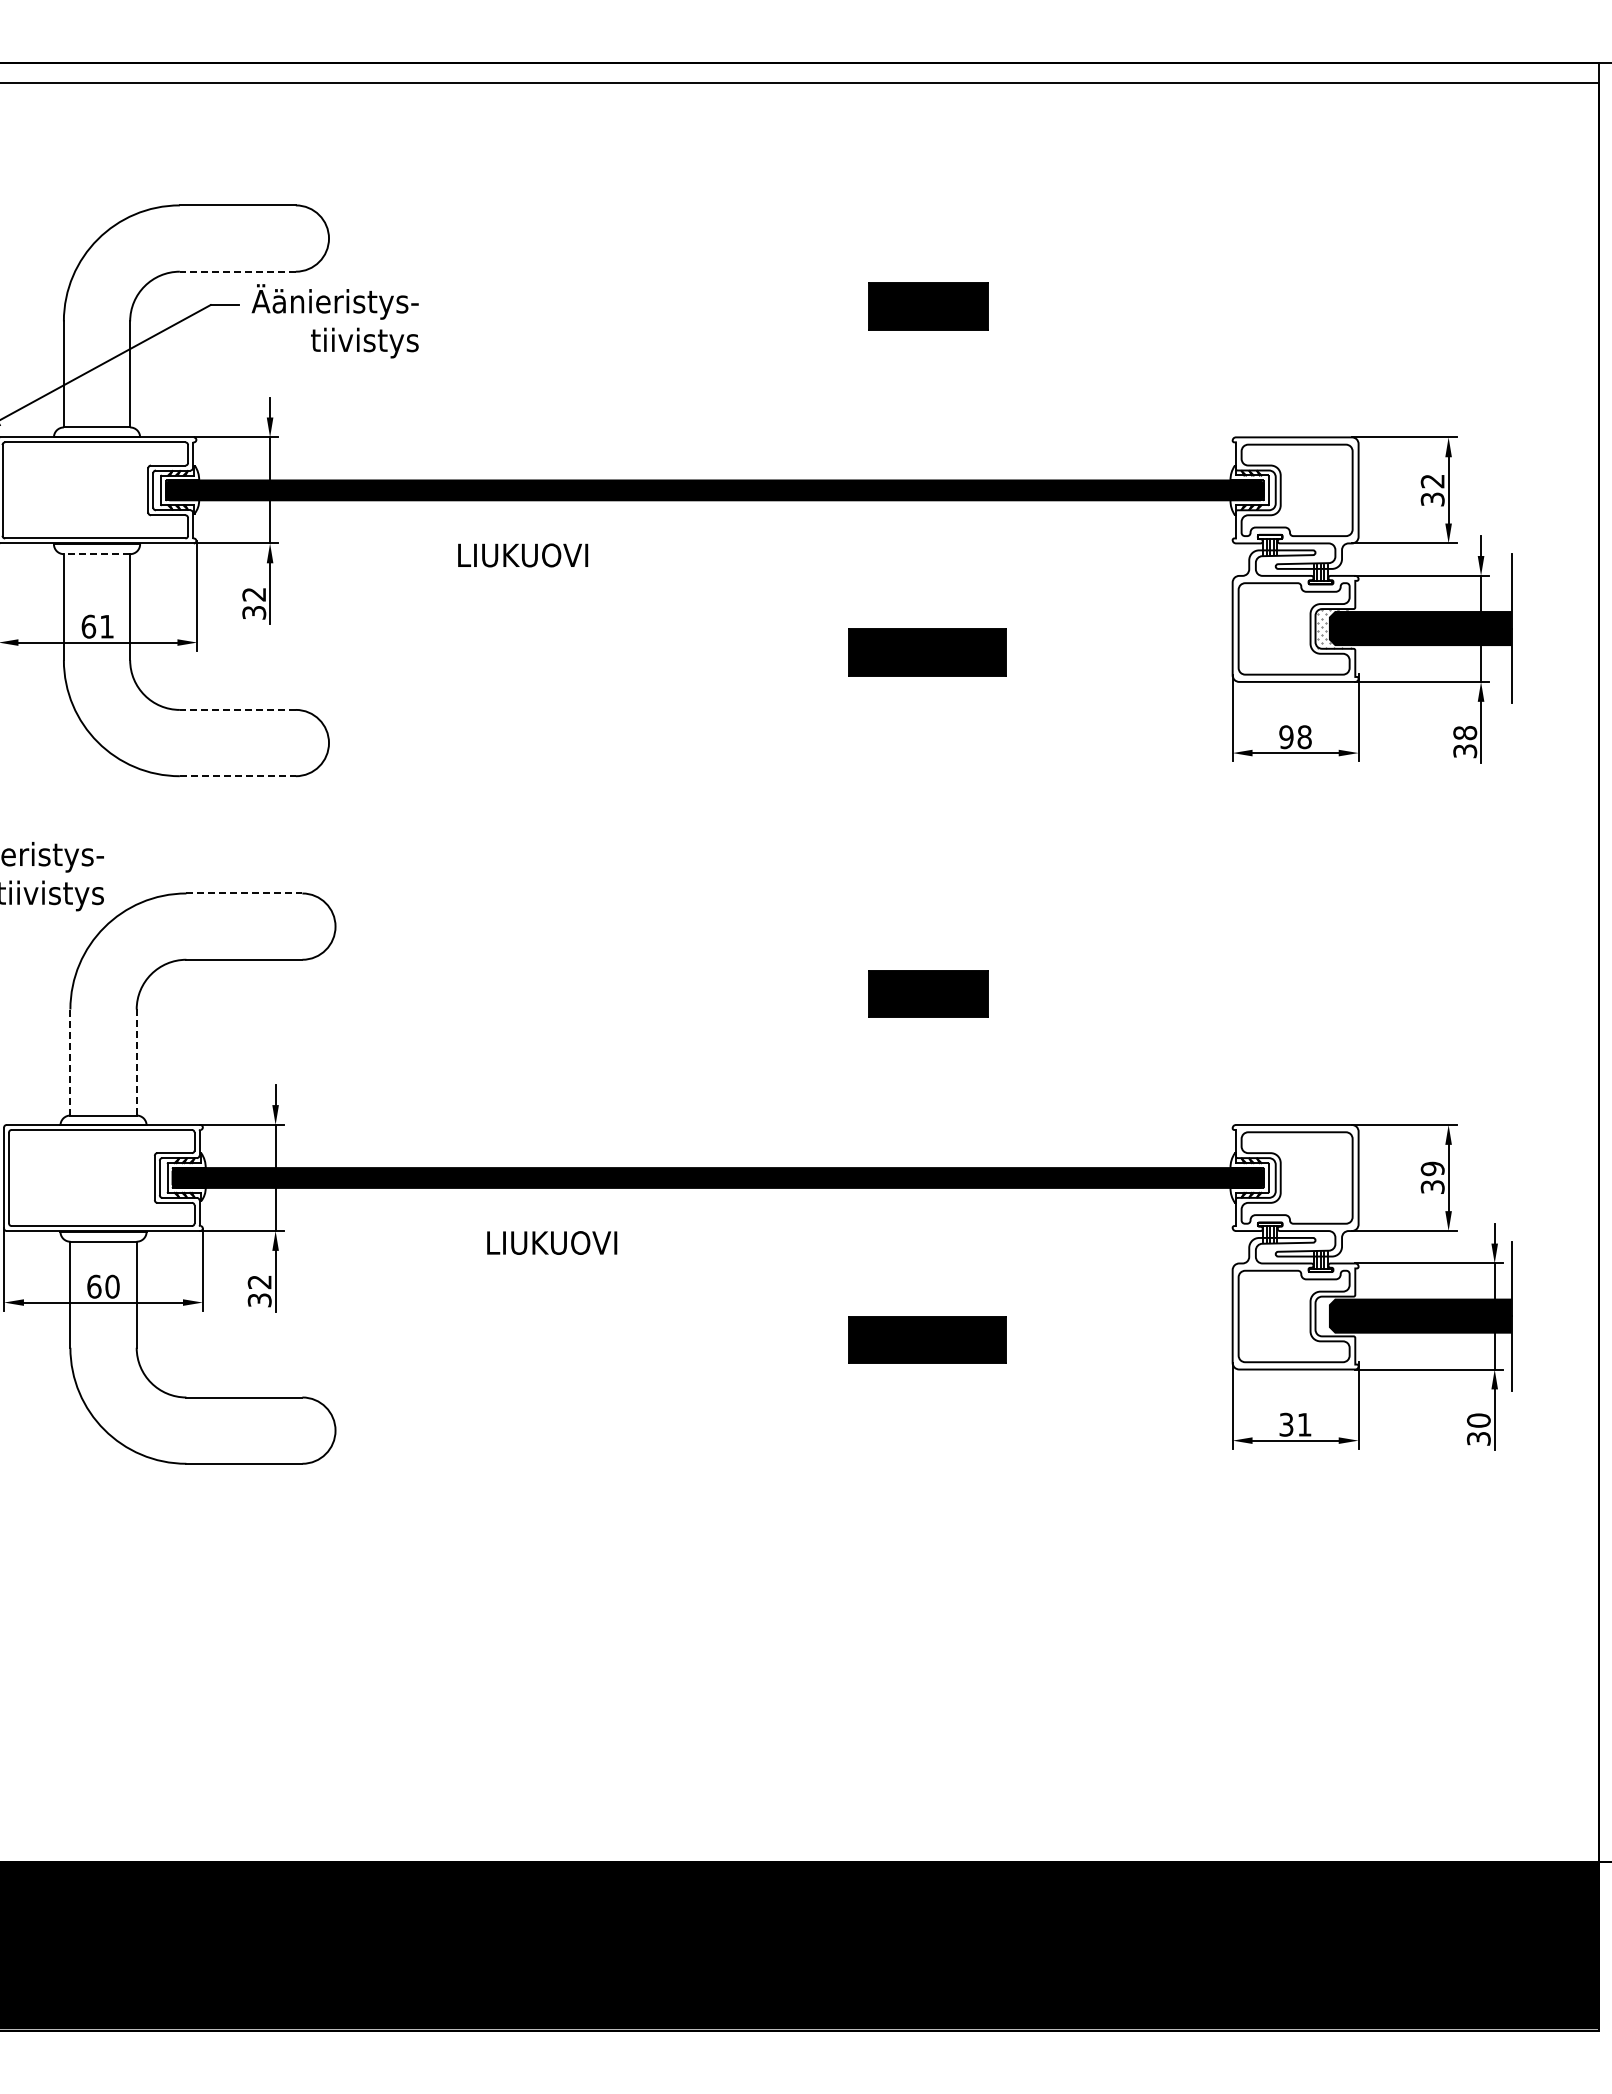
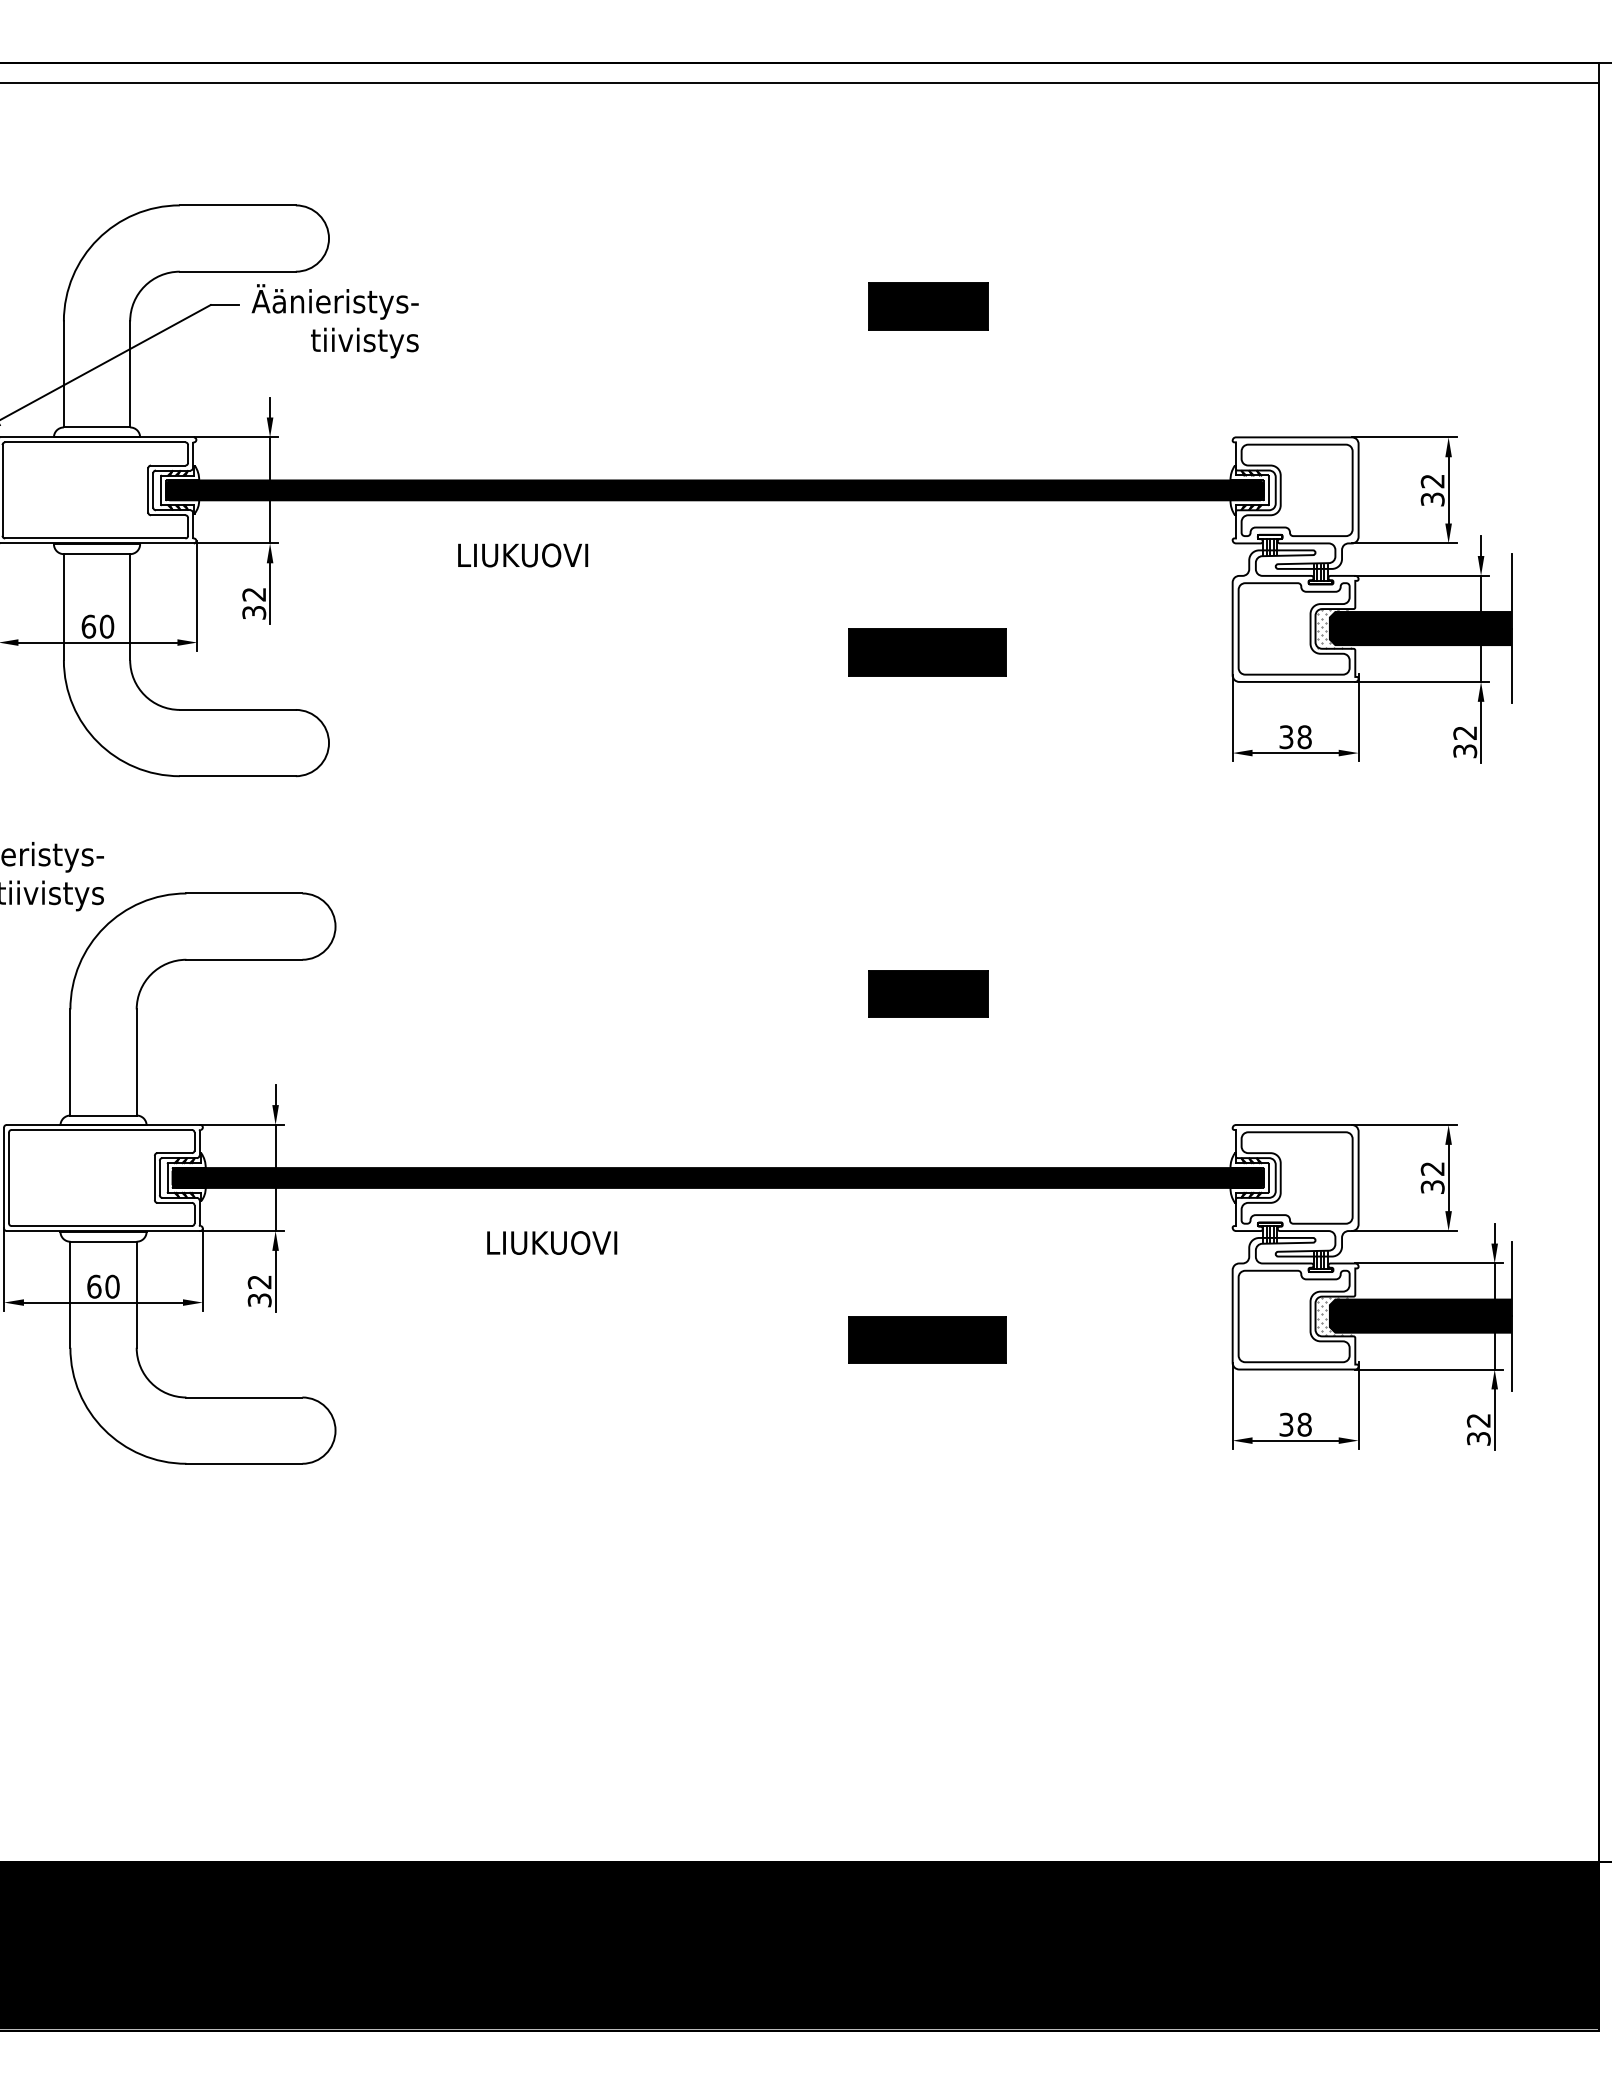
line at (237, 271): dashed -> solid
line at (96, 554): dashed -> solid
text at (106, 626): 61 -> 60
line at (237, 709): dashed -> solid
text at (1465, 733): 38 -> 32
text at (1286, 736): 98 -> 38
line at (237, 776): dashed -> solid
line at (244, 893): dashed -> solid
line at (70, 1062): dashed -> solid
line at (136, 1063): dashed -> solid
text at (1432, 1168): 39 -> 32
hatch at (1333, 1316): none -> present
text at (1478, 1420): 30 -> 32
text at (1304, 1424): 31 -> 38
